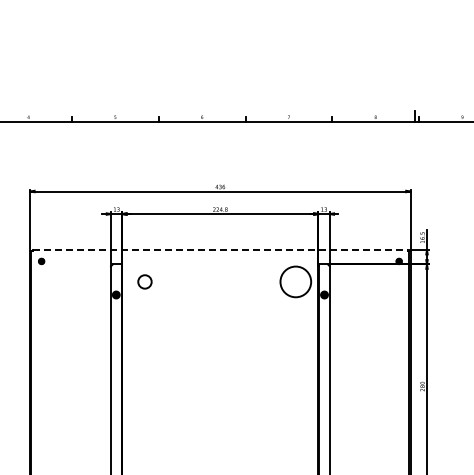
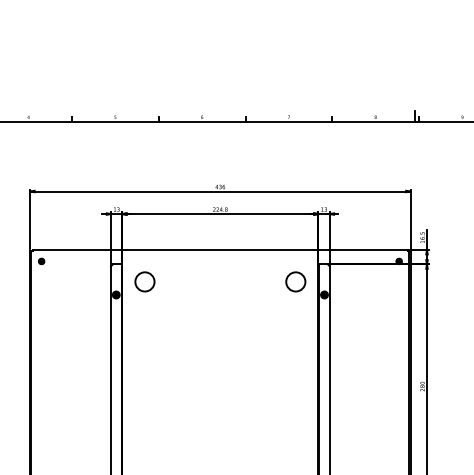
line at (220, 250): dashed -> solid
circle at (144, 281) size: 16x16 px -> 22x22 px
circle at (295, 281) diameter: 31 px -> 19 px
